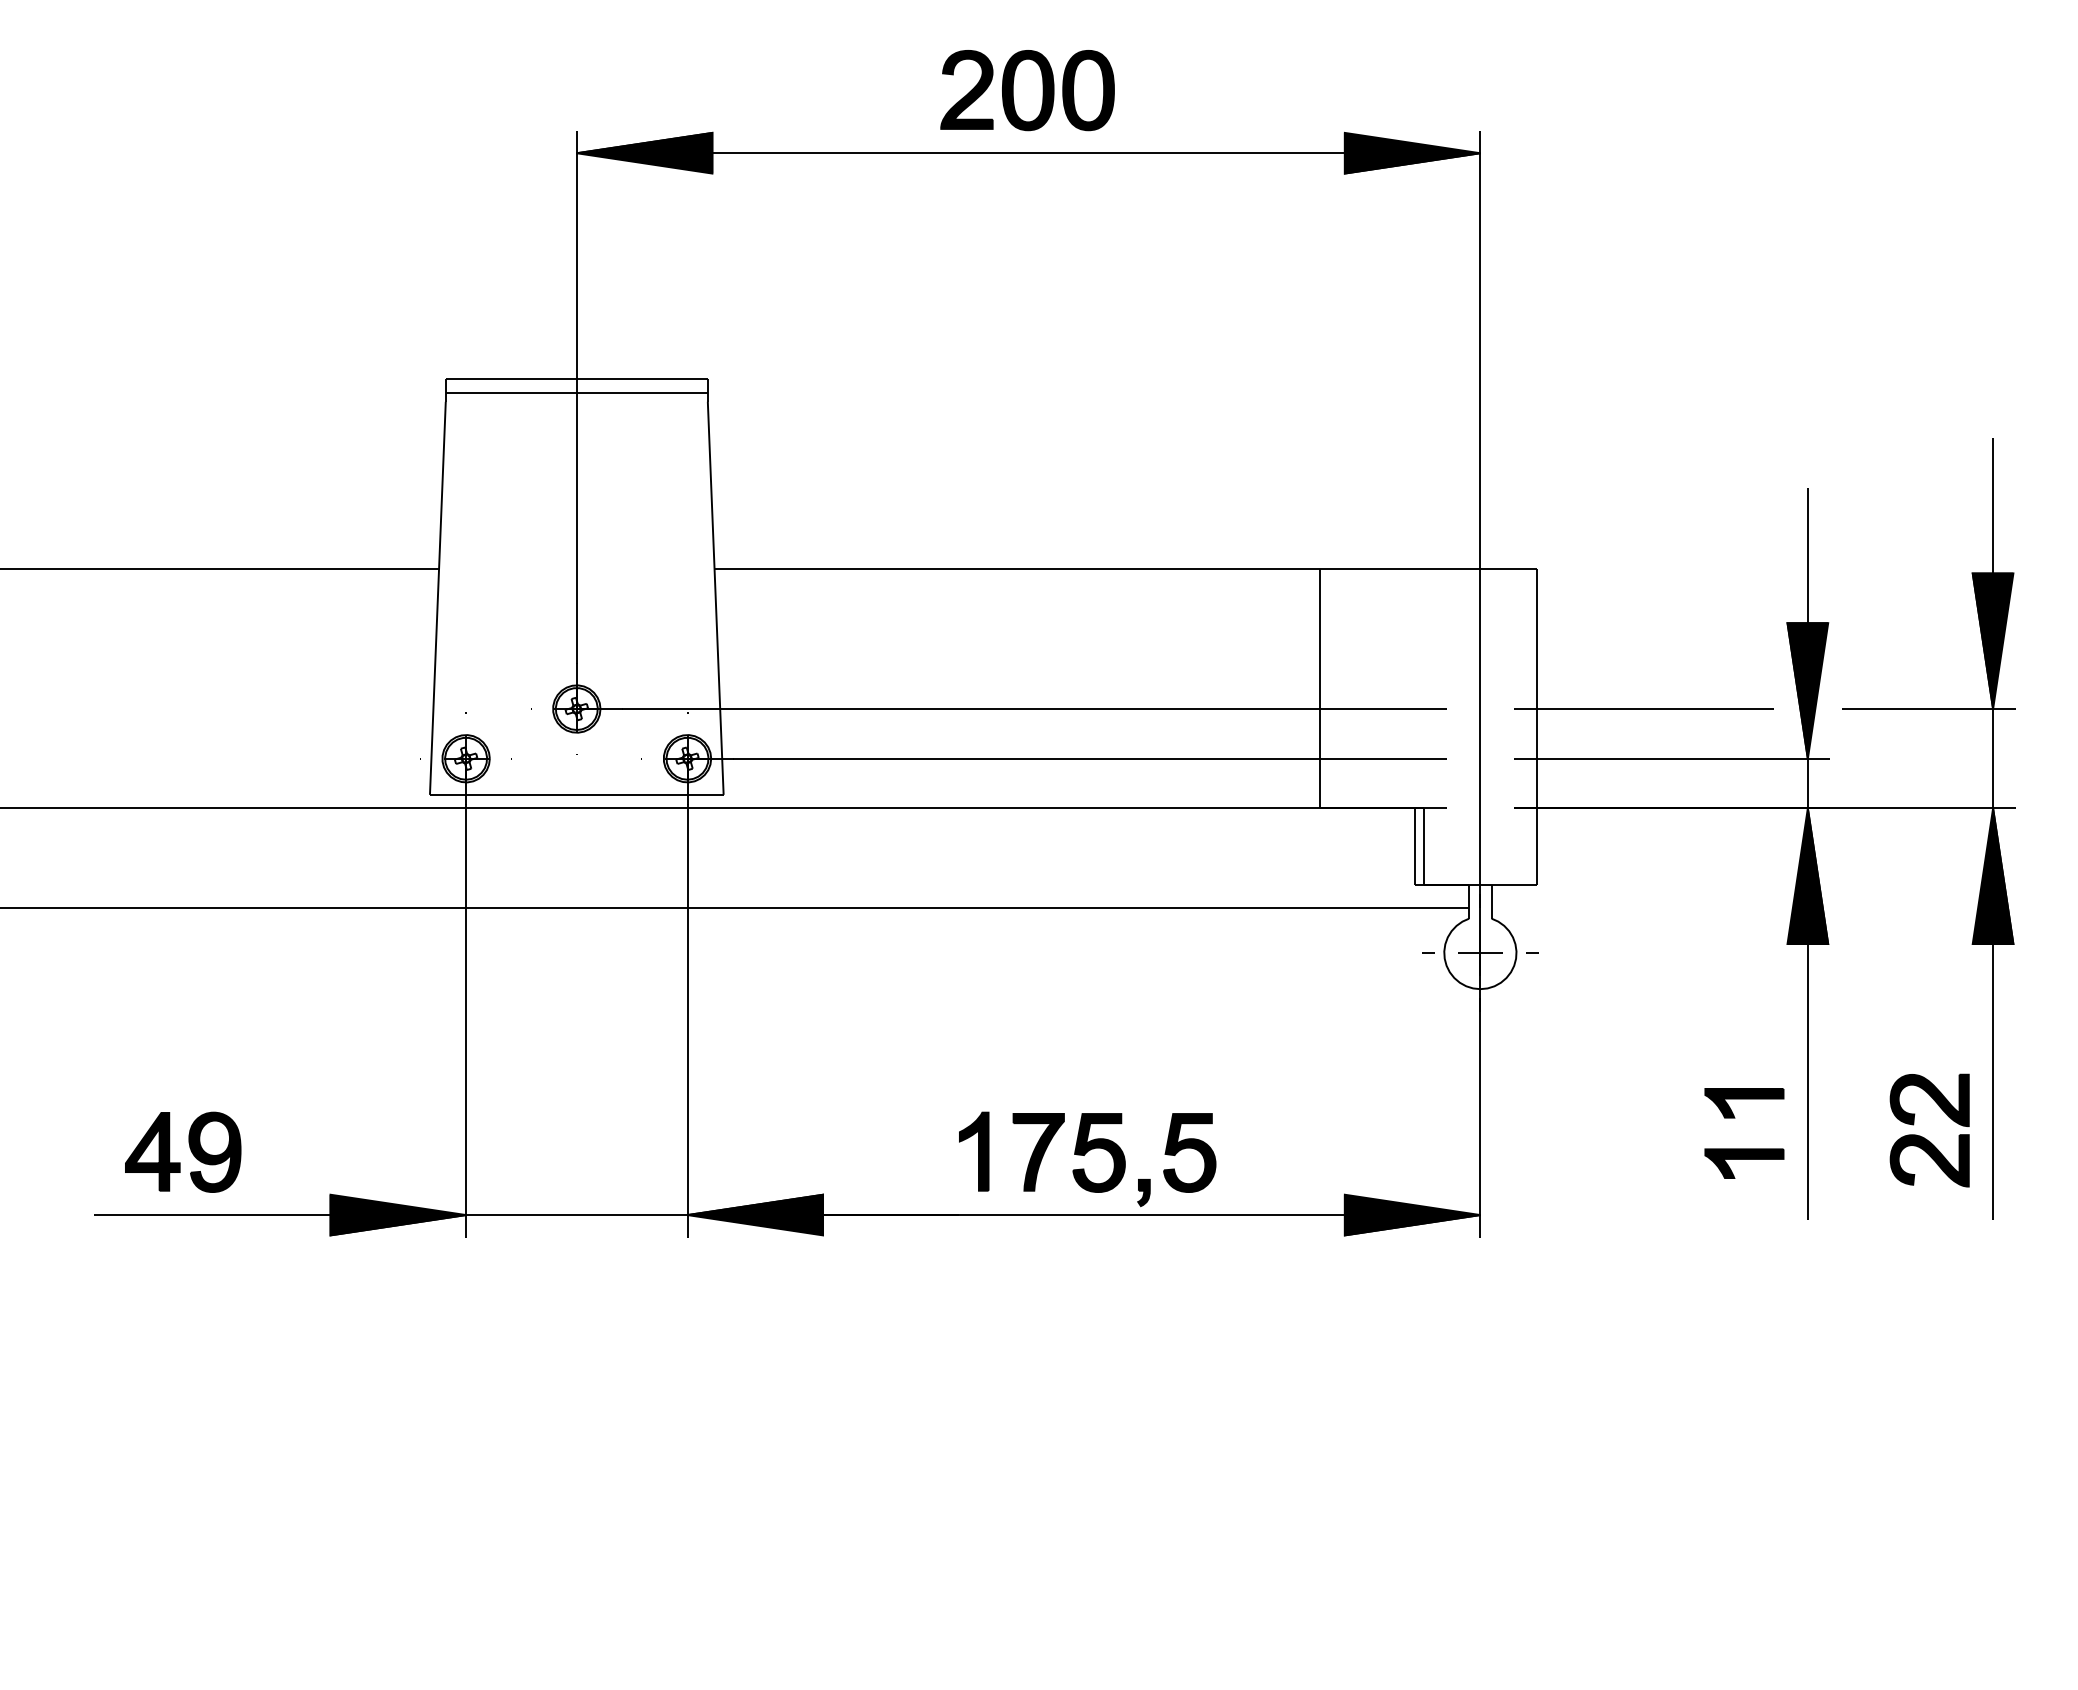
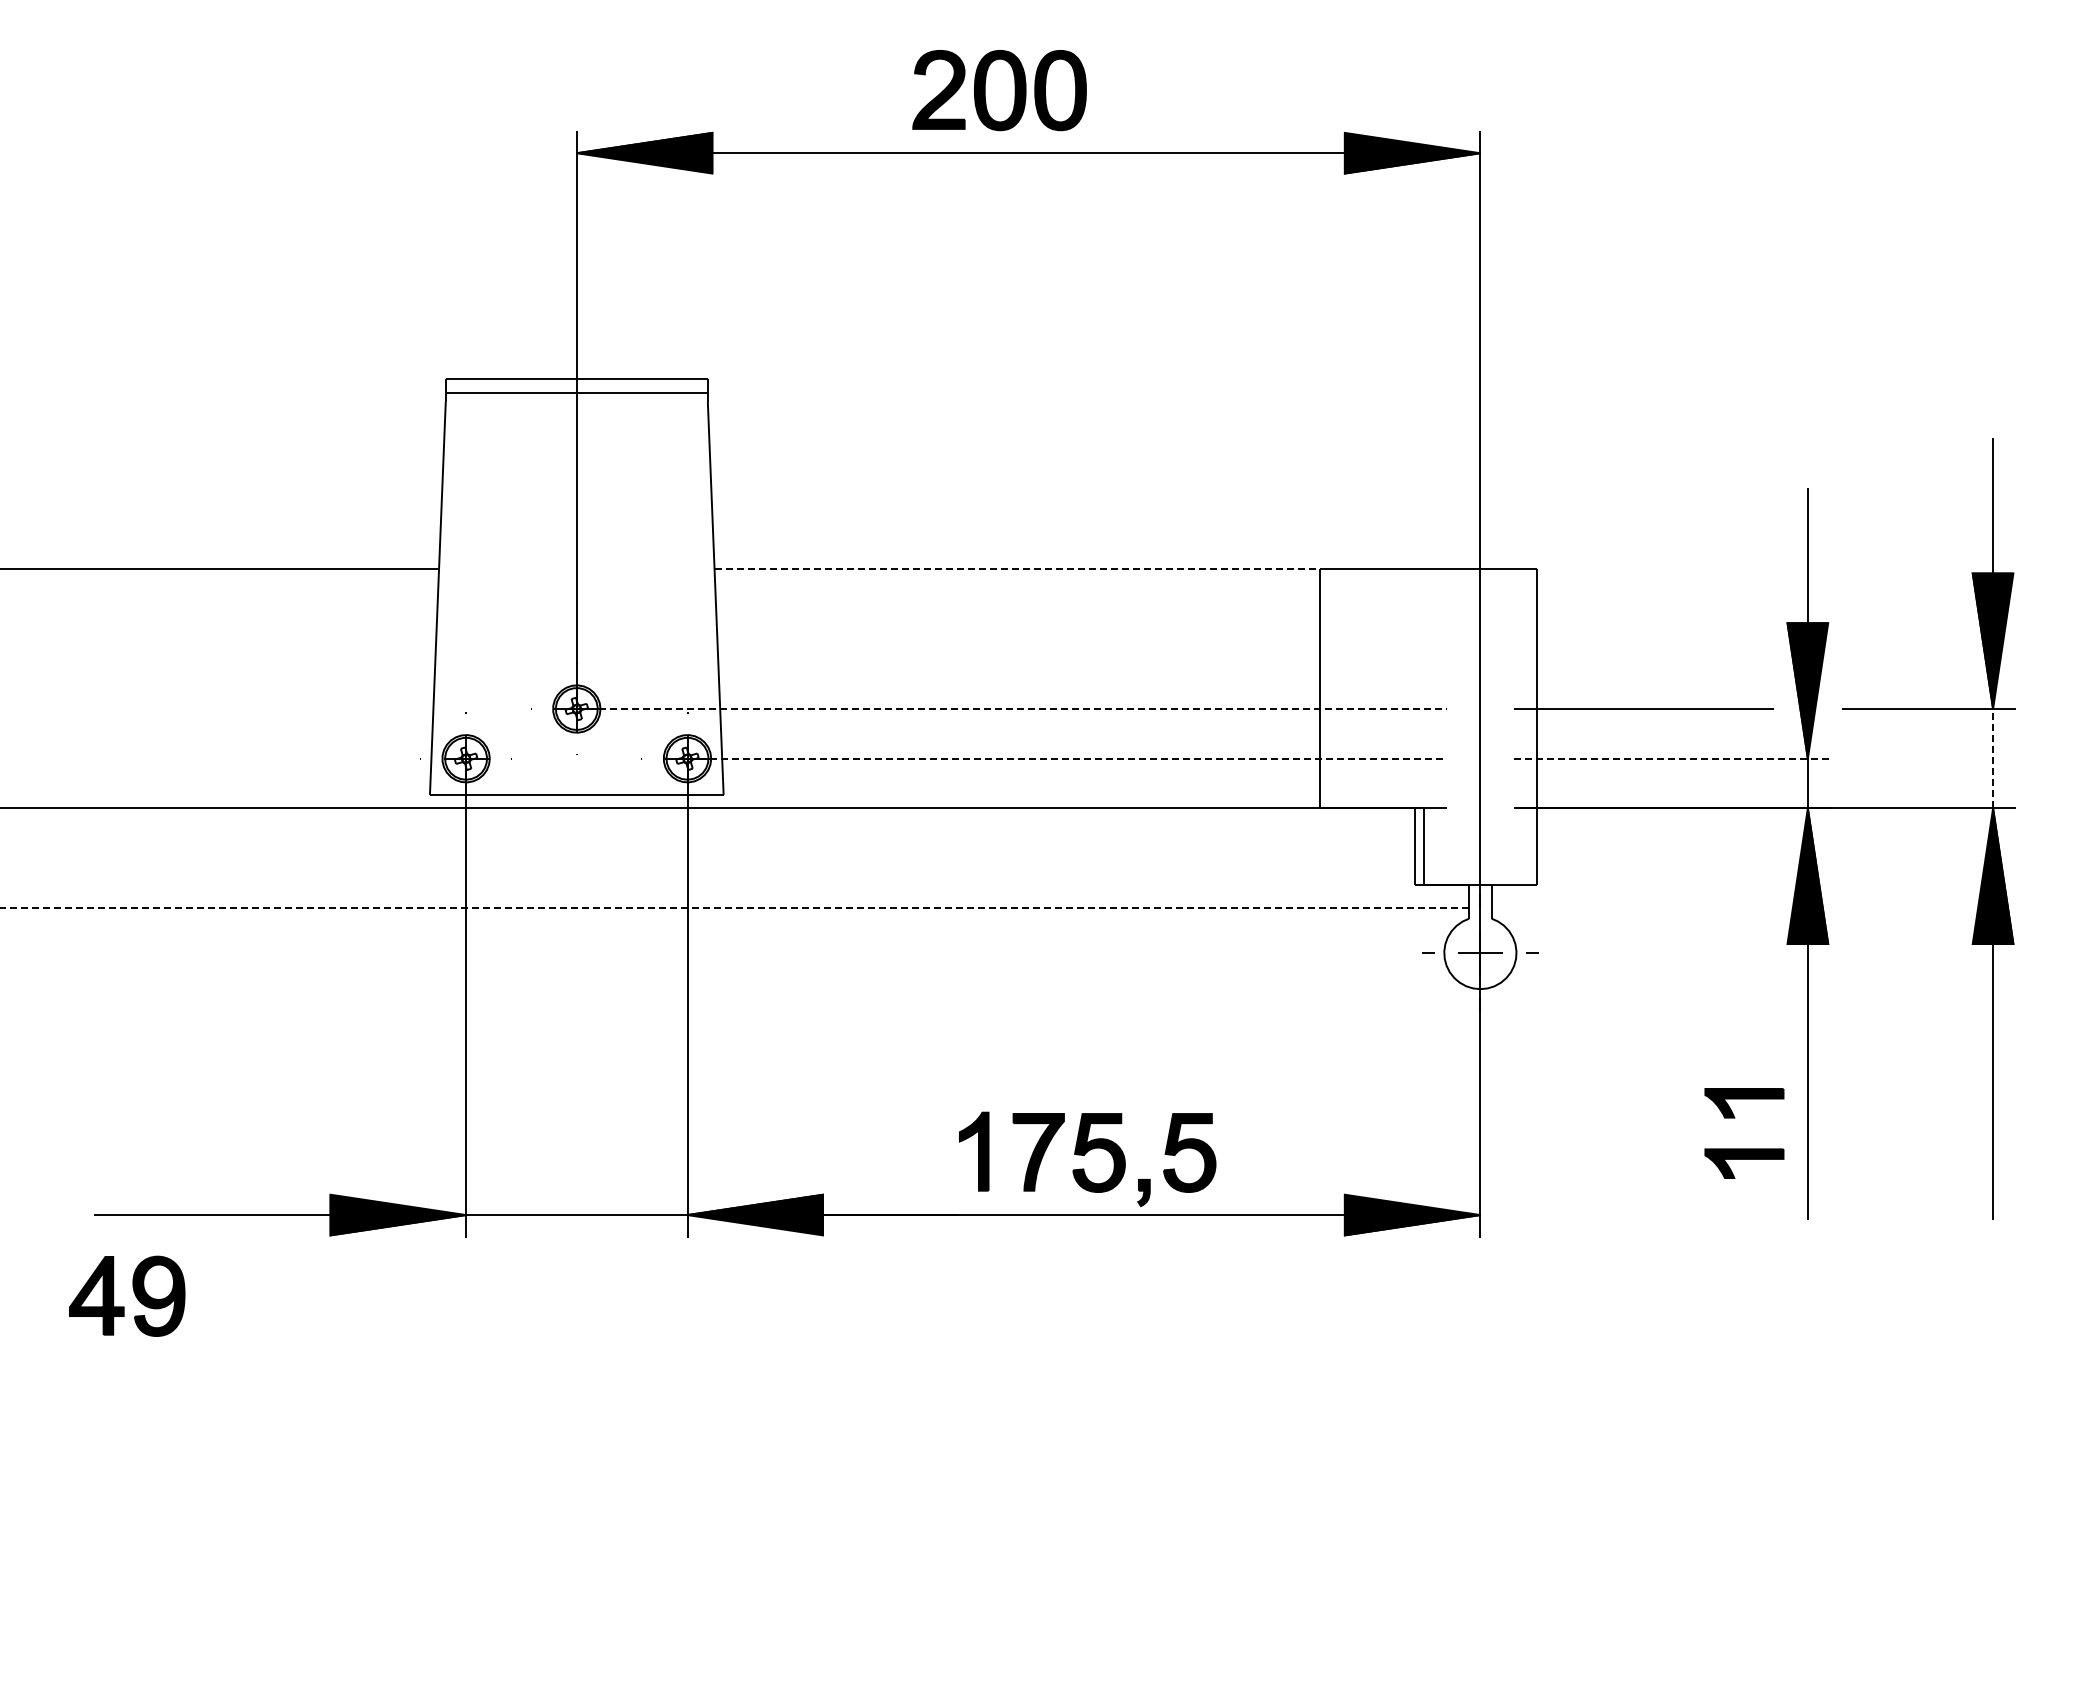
part at (1027, 90) position: (1027, 90) -> (999, 90)
line at (1017, 568): solid -> dashed
line at (1011, 709): solid -> dashed
line at (1067, 758): solid -> dashed
line at (1672, 758): solid -> dashed
line at (1993, 758): solid -> dashed
line at (734, 907): solid -> dashed
part at (1926, 1138): present -> none
part at (190, 1150) position: (190, 1150) -> (134, 1294)
